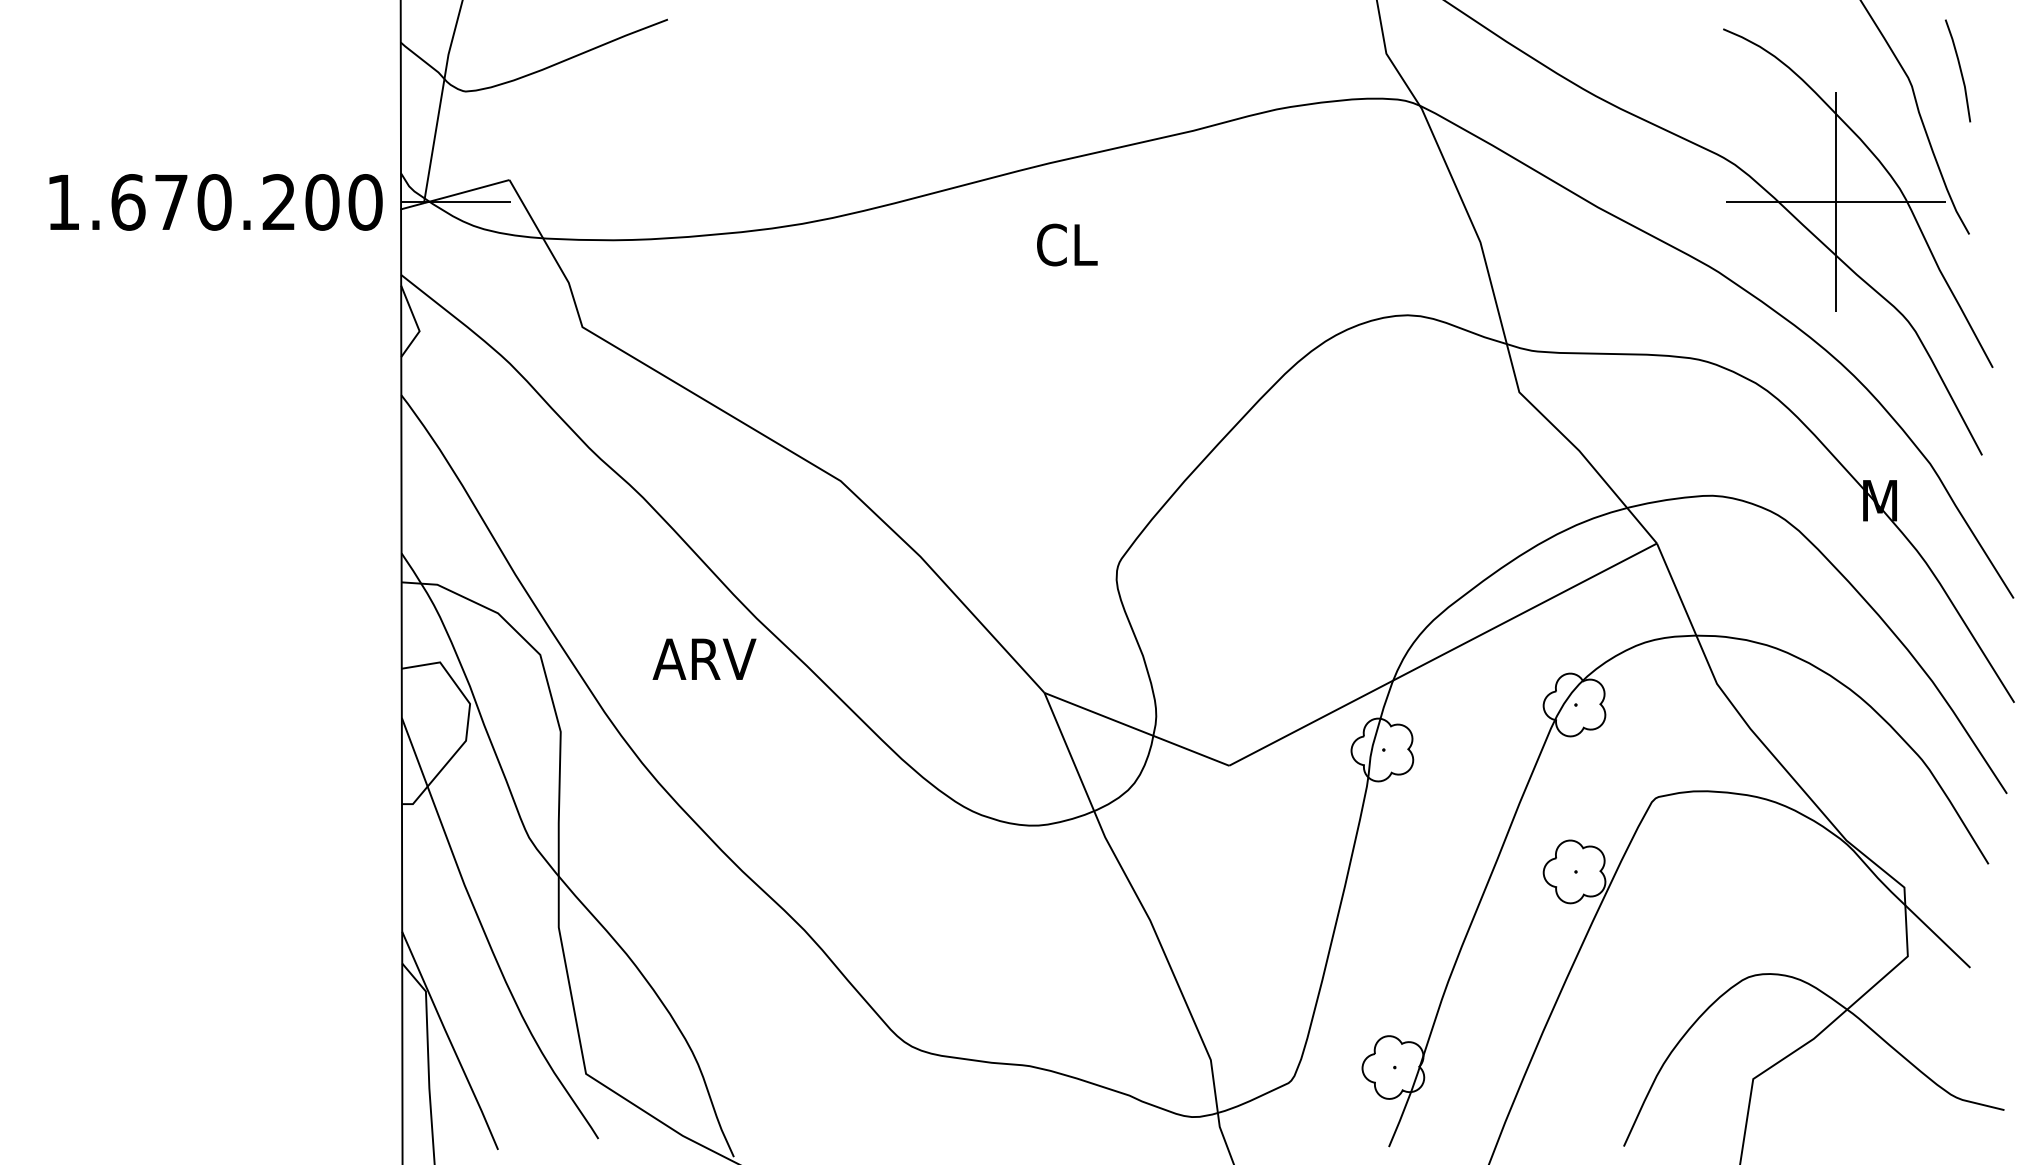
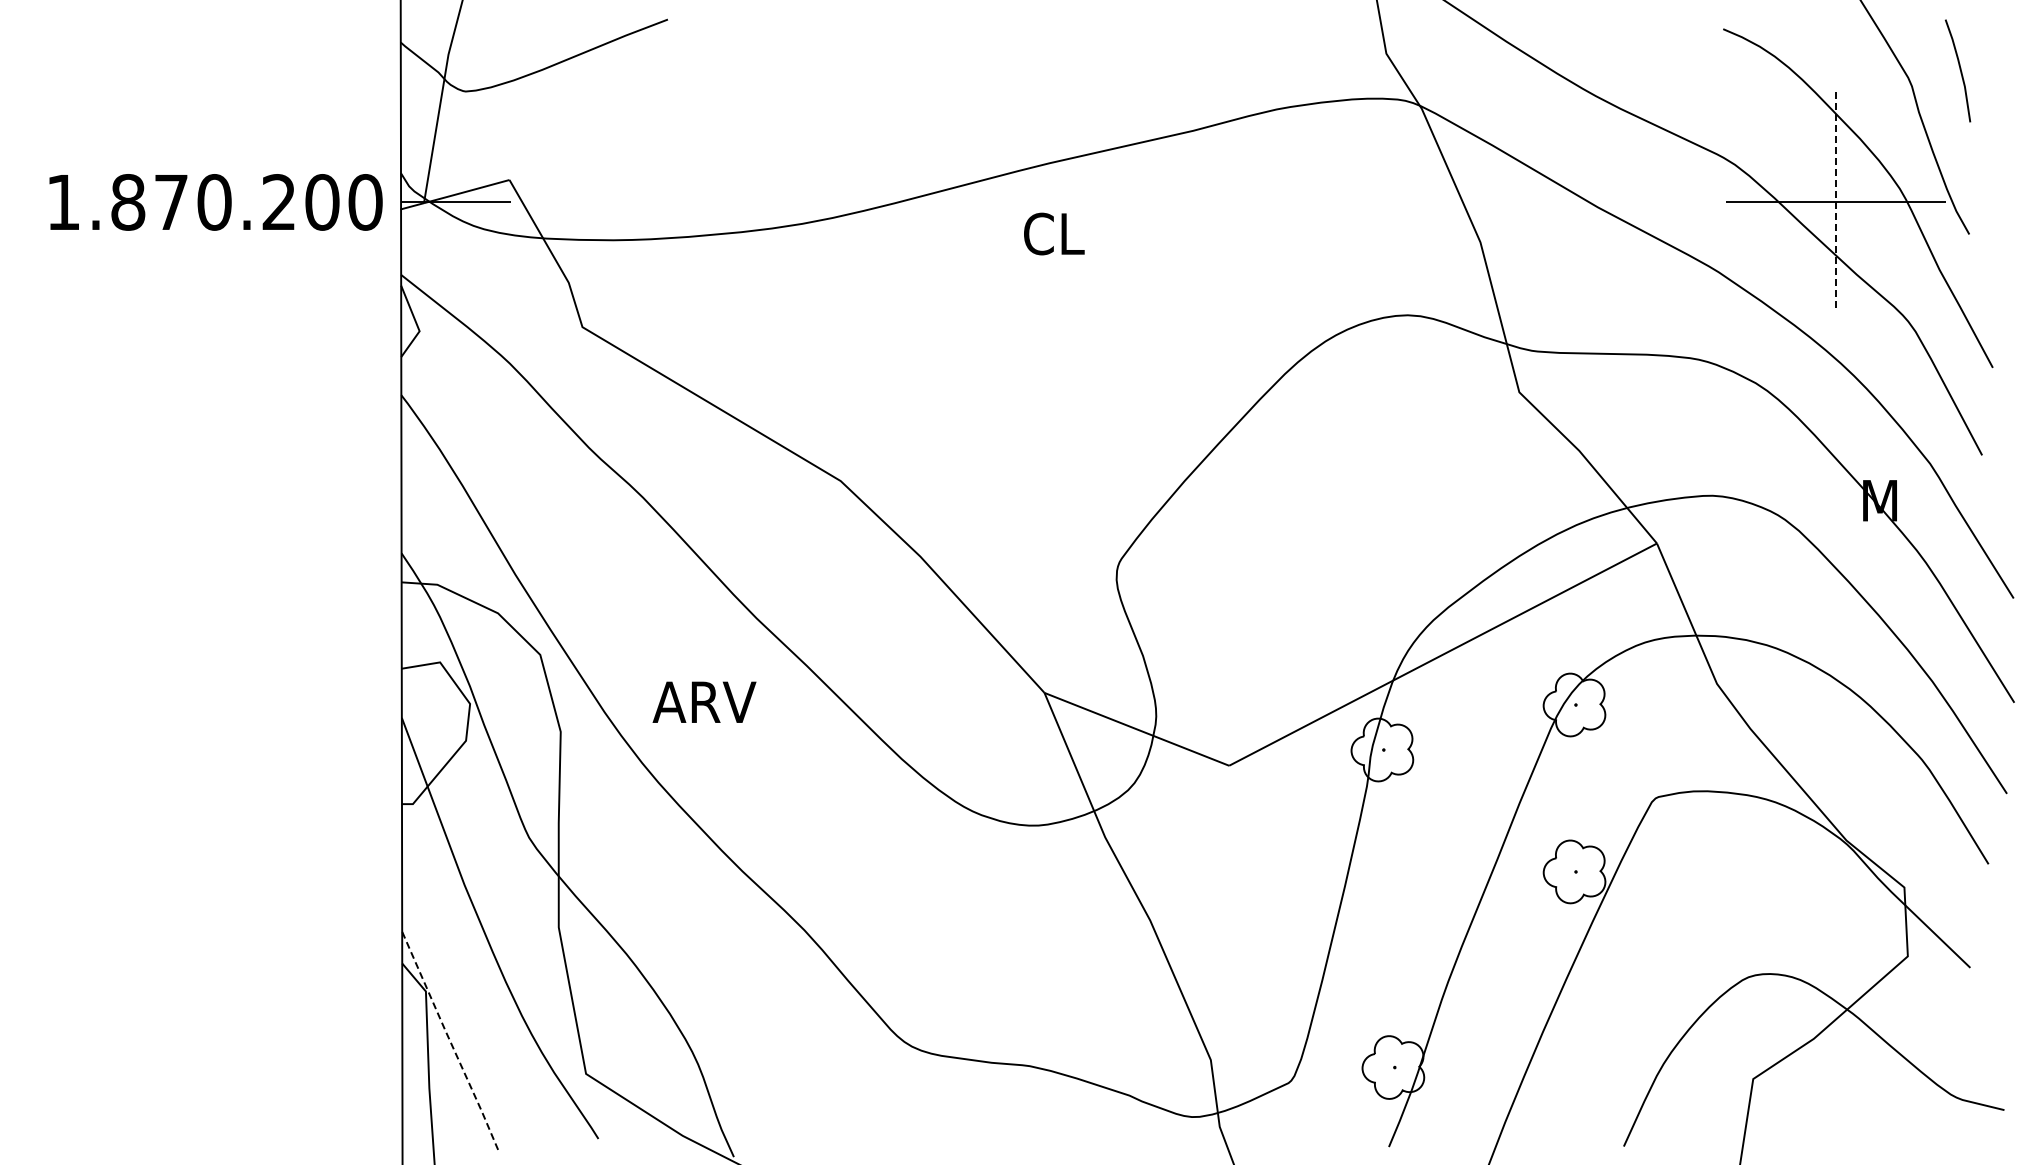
text at (128, 202): 1.670.200 -> 1.870.200
line at (1836, 202): solid -> dashed
text at (1067, 244) position: (1067, 244) -> (1054, 233)
text at (704, 658) position: (704, 658) -> (704, 701)
line at (450, 1040): solid -> dashed
